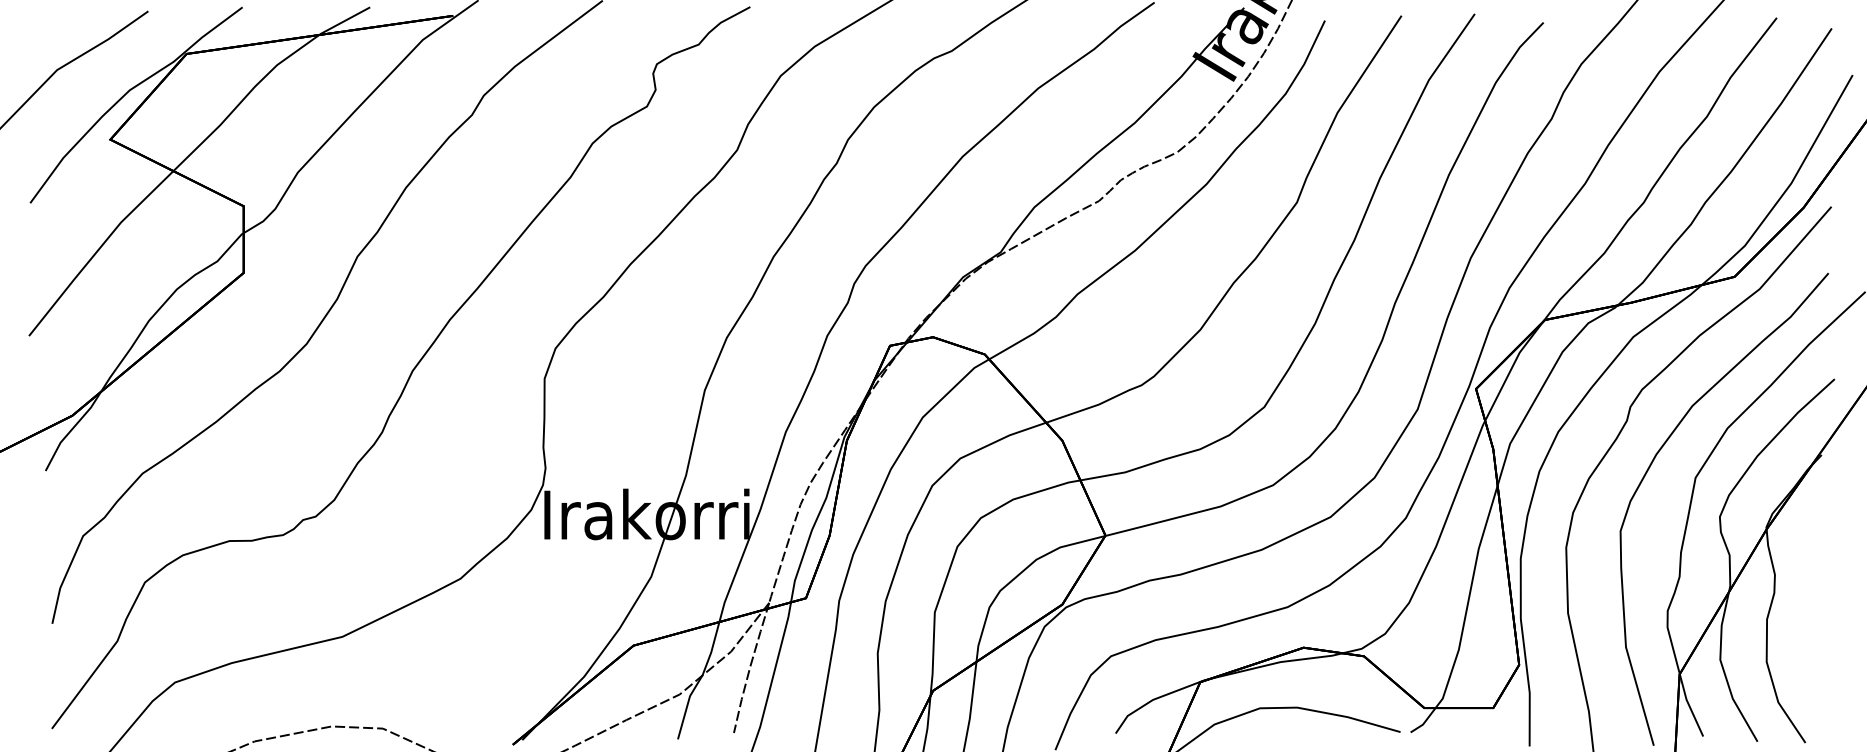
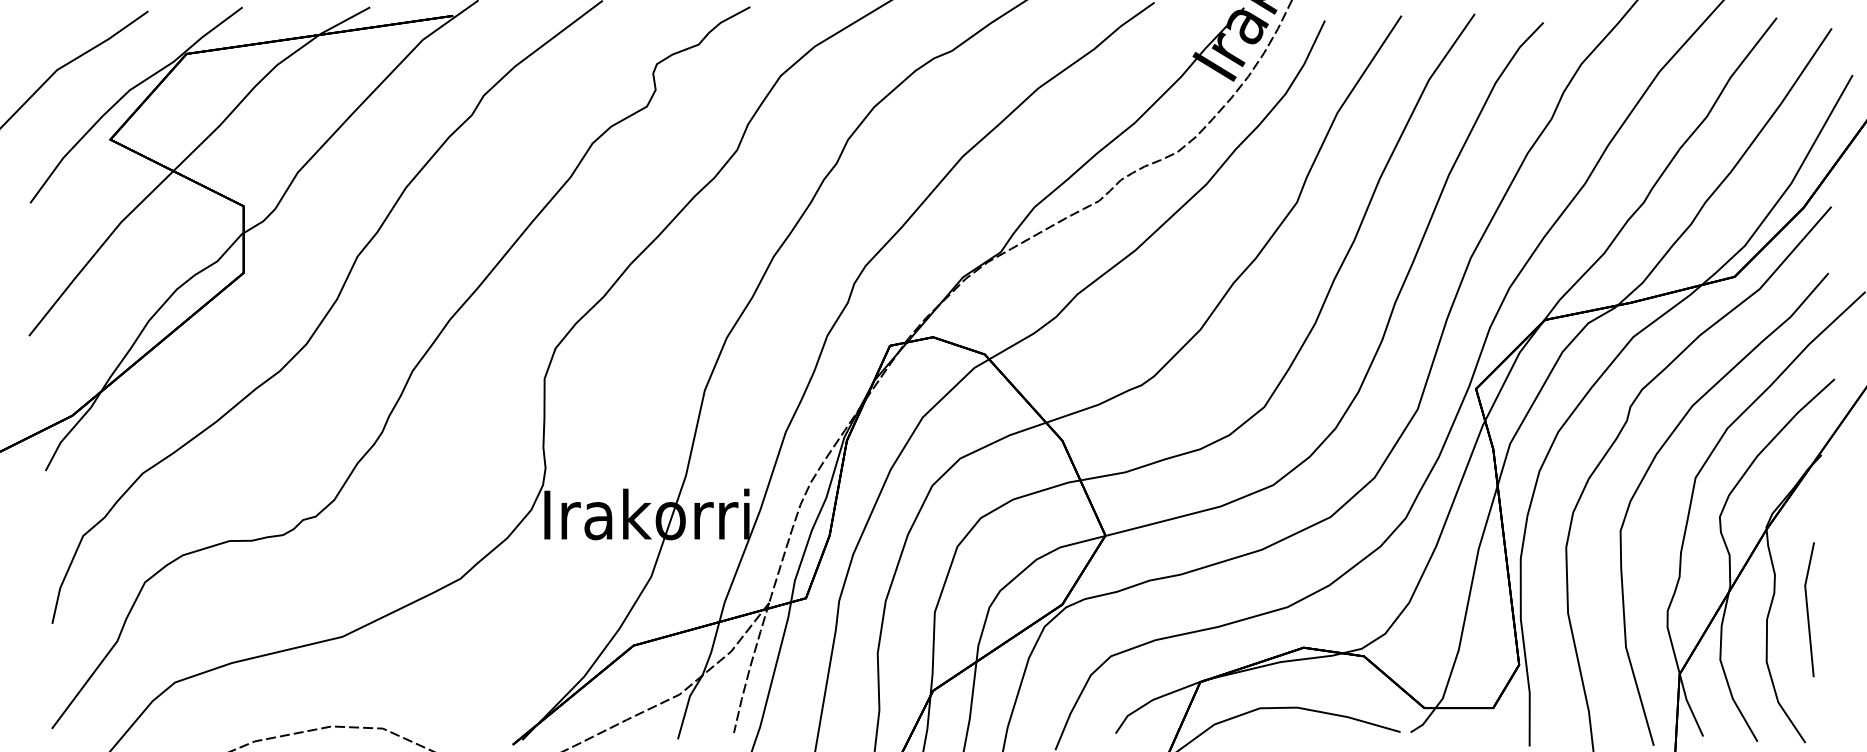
line at (1808, 609): none -> present
